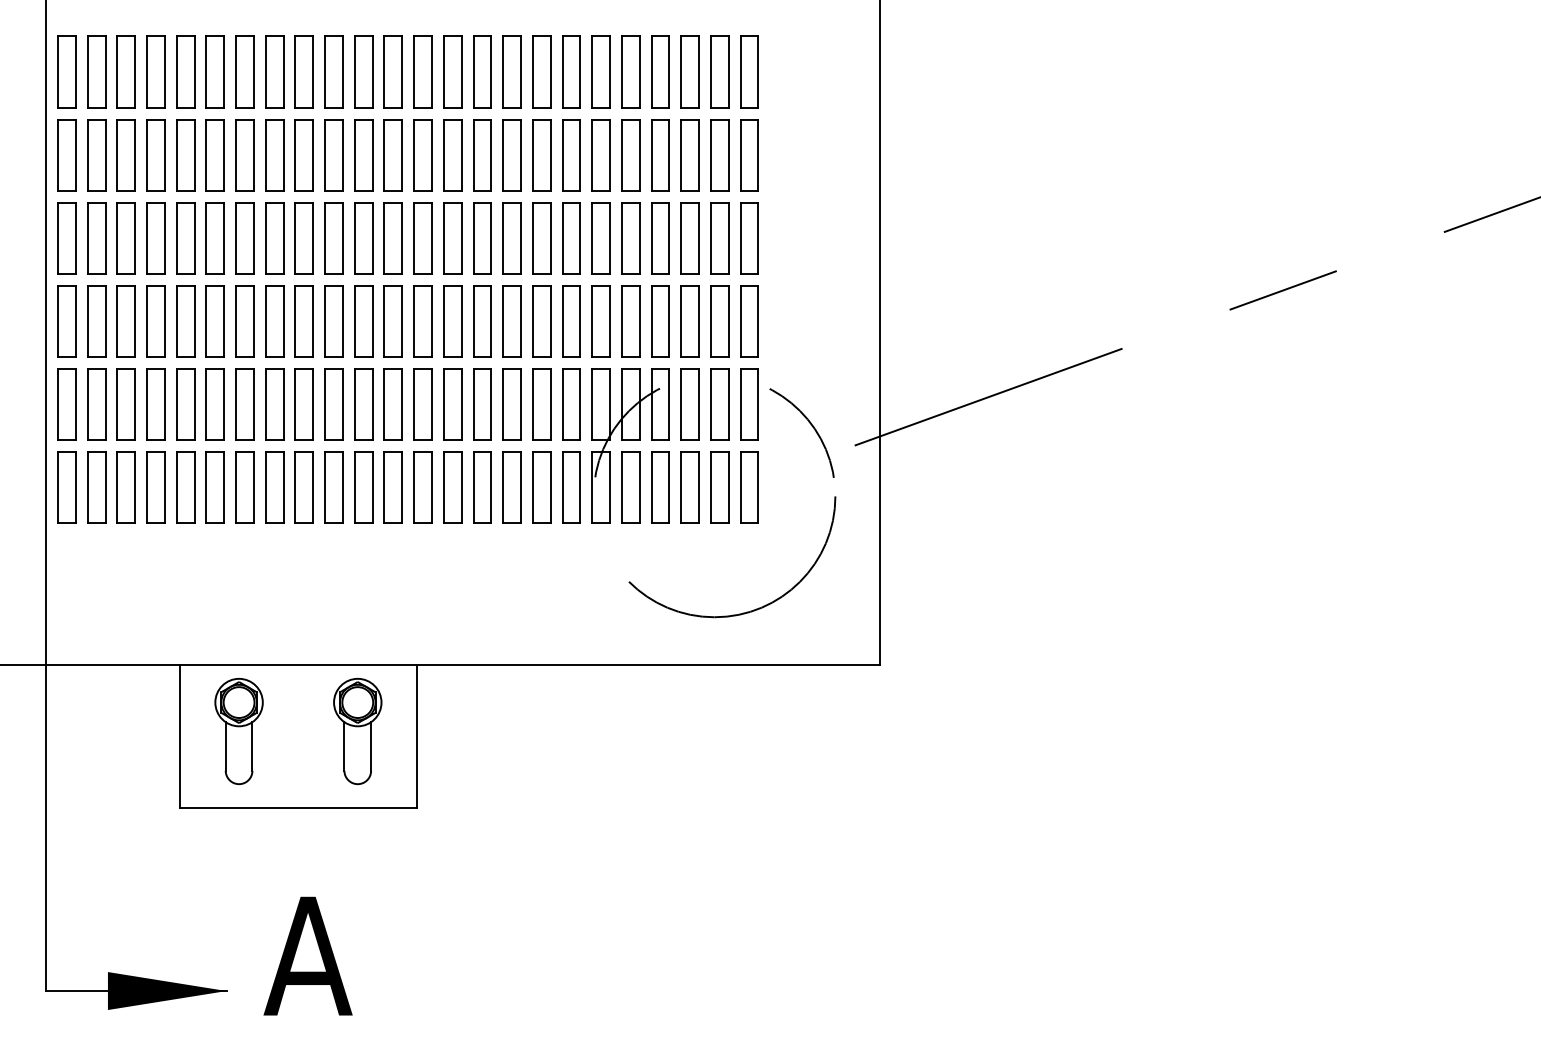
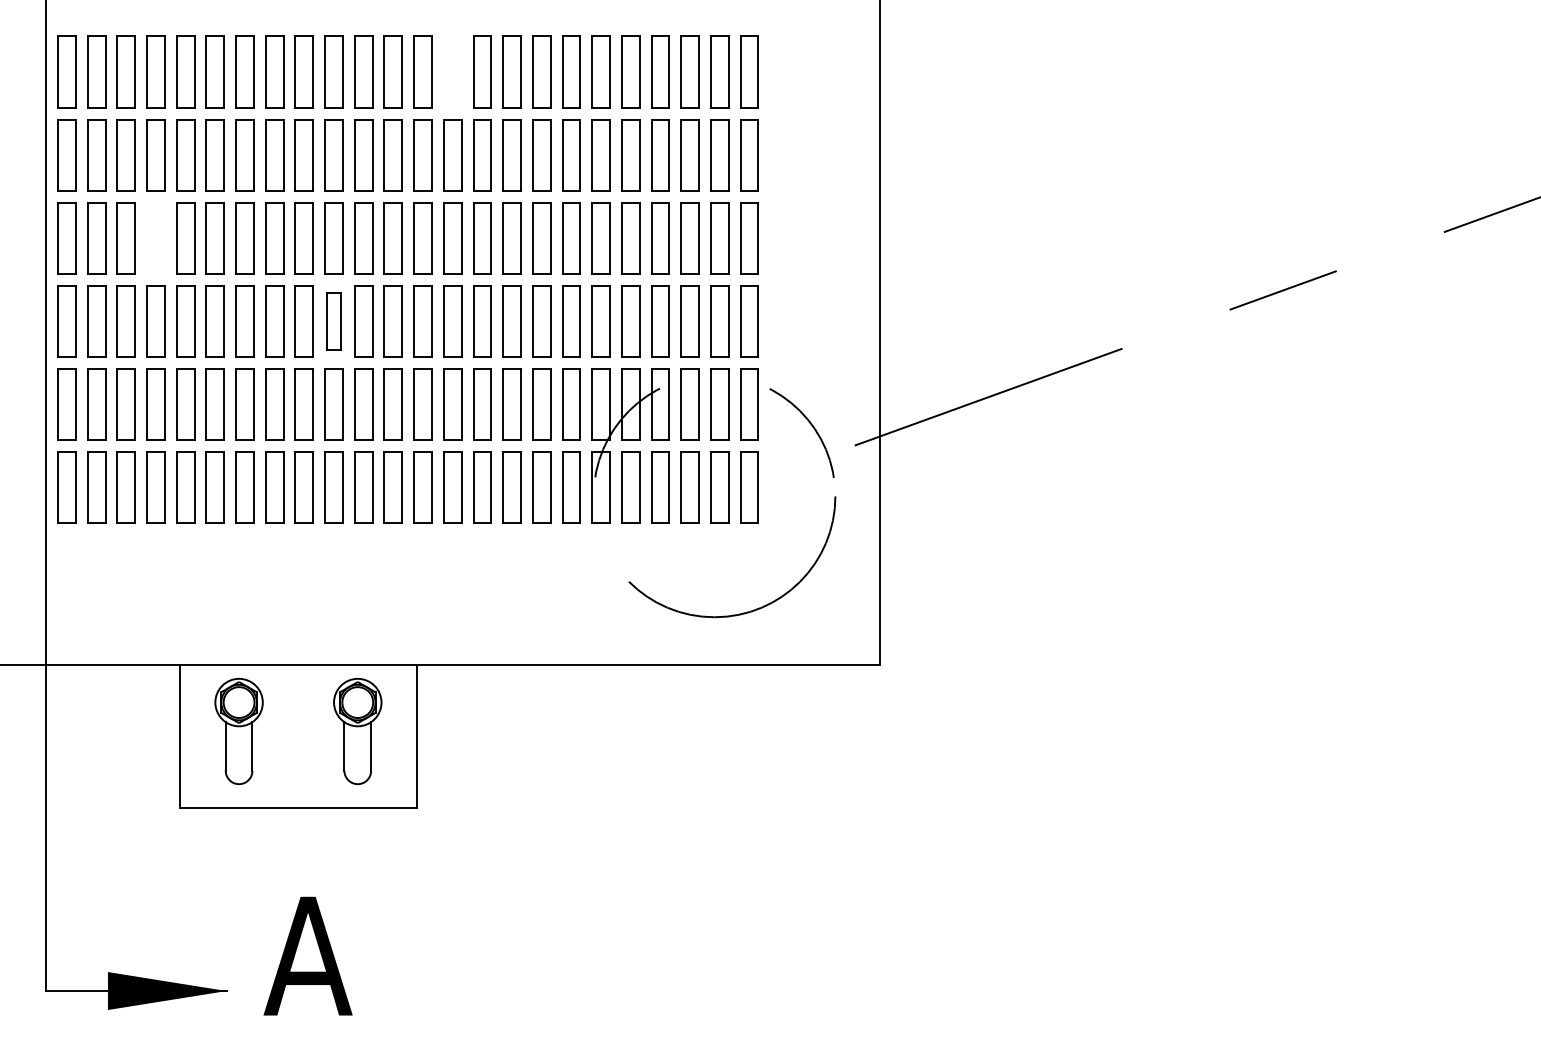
part at (452, 71): present -> none
part at (155, 238): present -> none
part at (333, 321) size: 20x73 px -> 16x59 px
